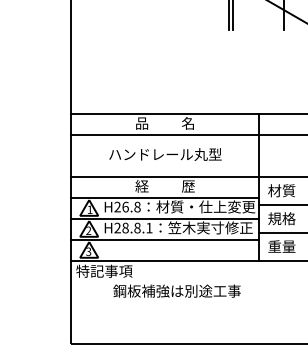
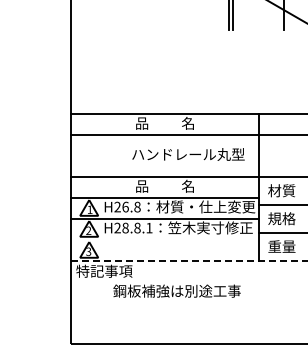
text at (165, 154) position: (165, 154) -> (188, 154)
text at (164, 185): 経          歴 -> 品          名
line at (164, 239): present -> none
line at (189, 260): solid -> dashed
